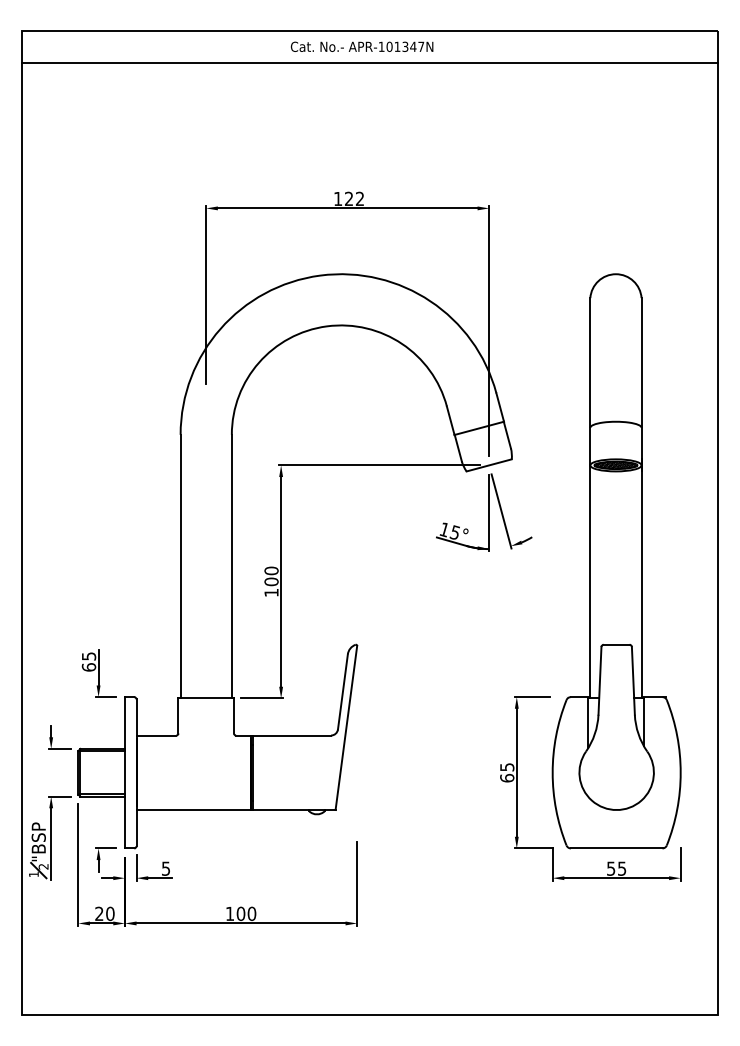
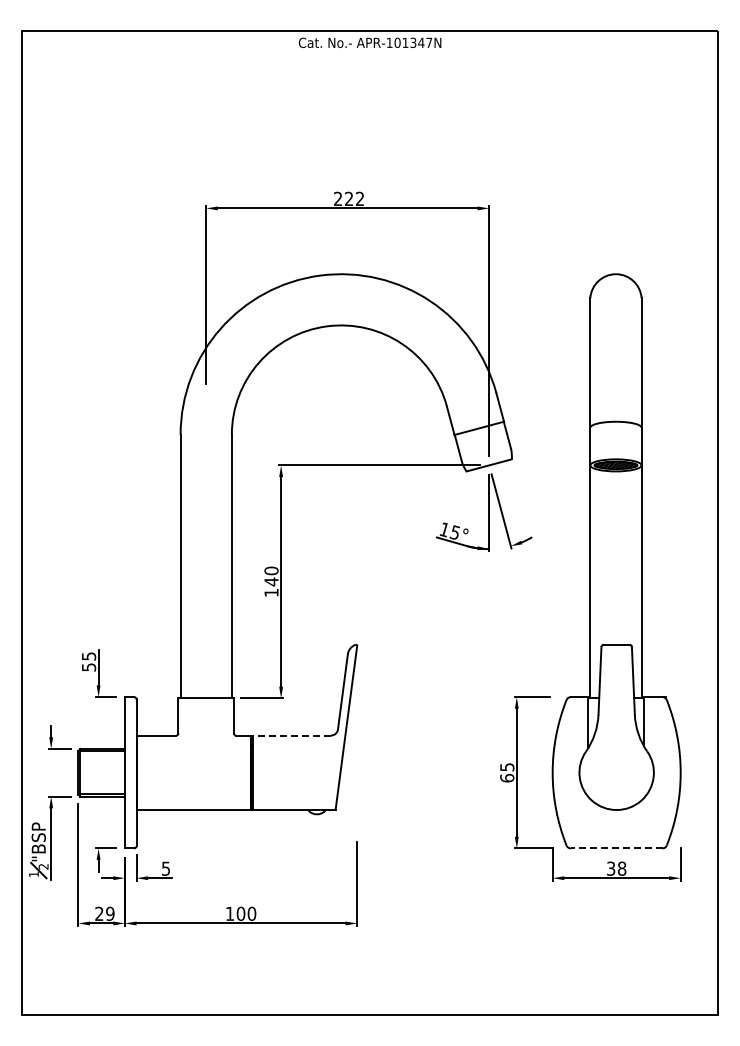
text at (361, 46) position: (361, 46) -> (369, 42)
line at (369, 63): present -> none
text at (337, 198): 122 -> 222
text at (271, 581): 100 -> 140
text at (88, 667): 65 -> 55
line at (291, 735): solid -> dashed
line at (616, 848): solid -> dashed
text at (616, 868): 55 -> 38
text at (110, 913): 20 -> 29
